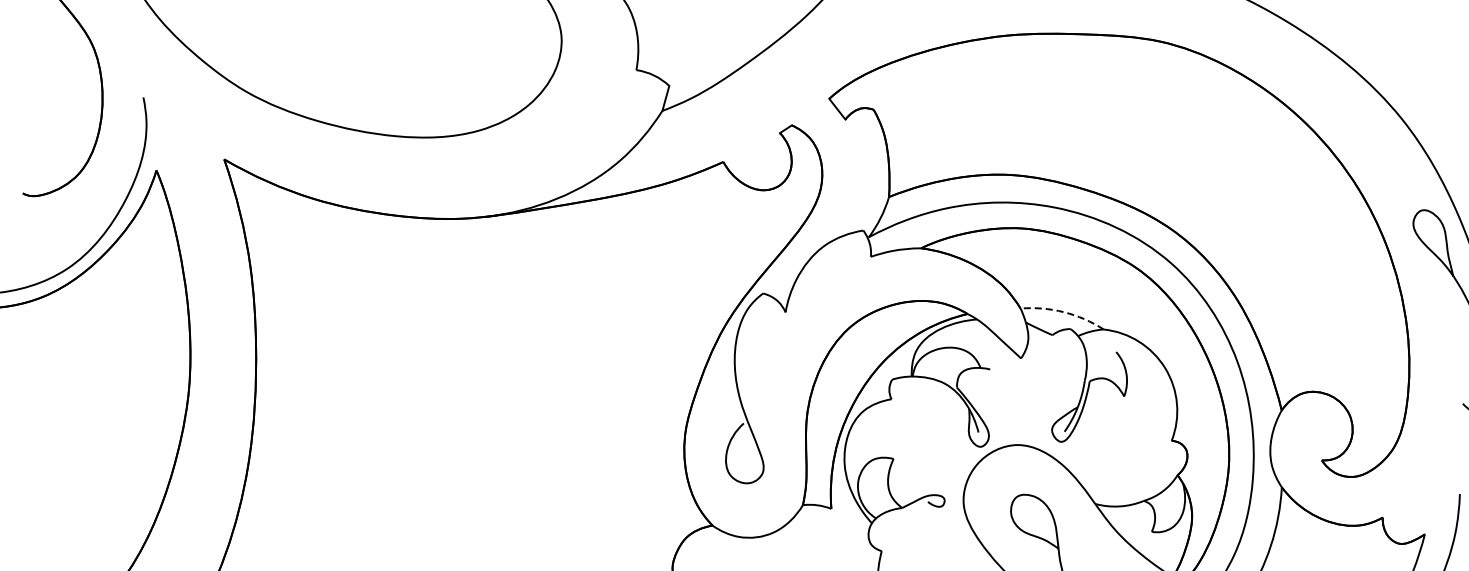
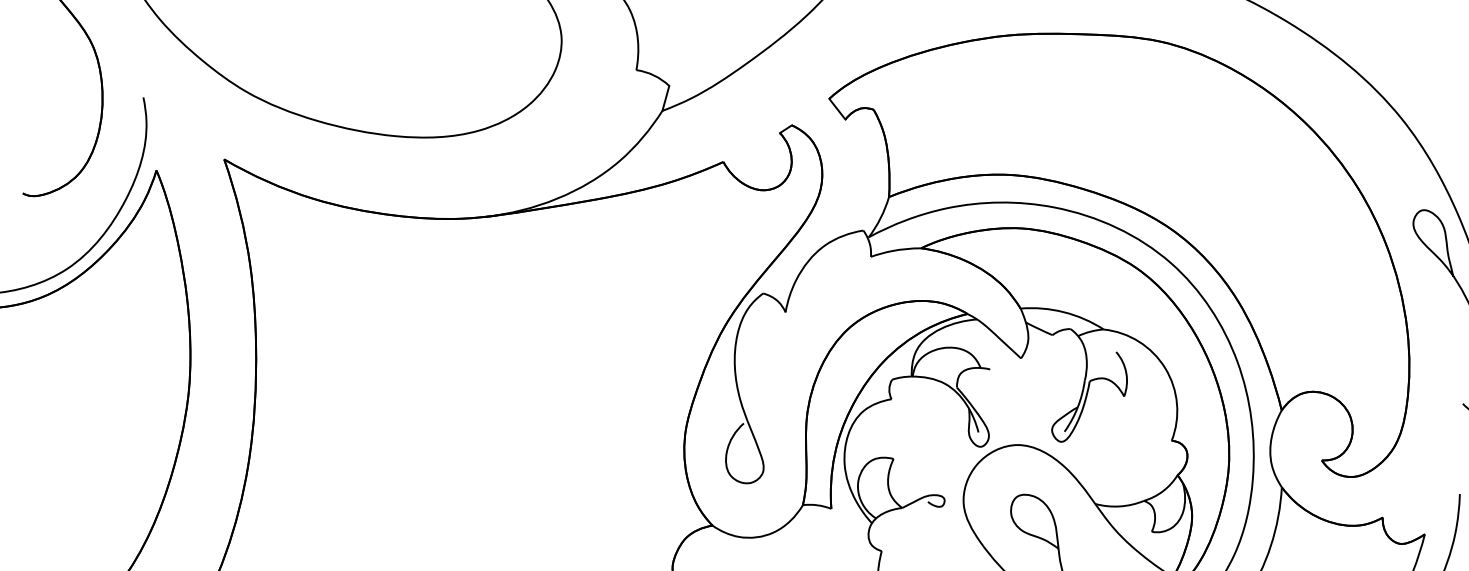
arc at (1063, 312): dashed -> solid
